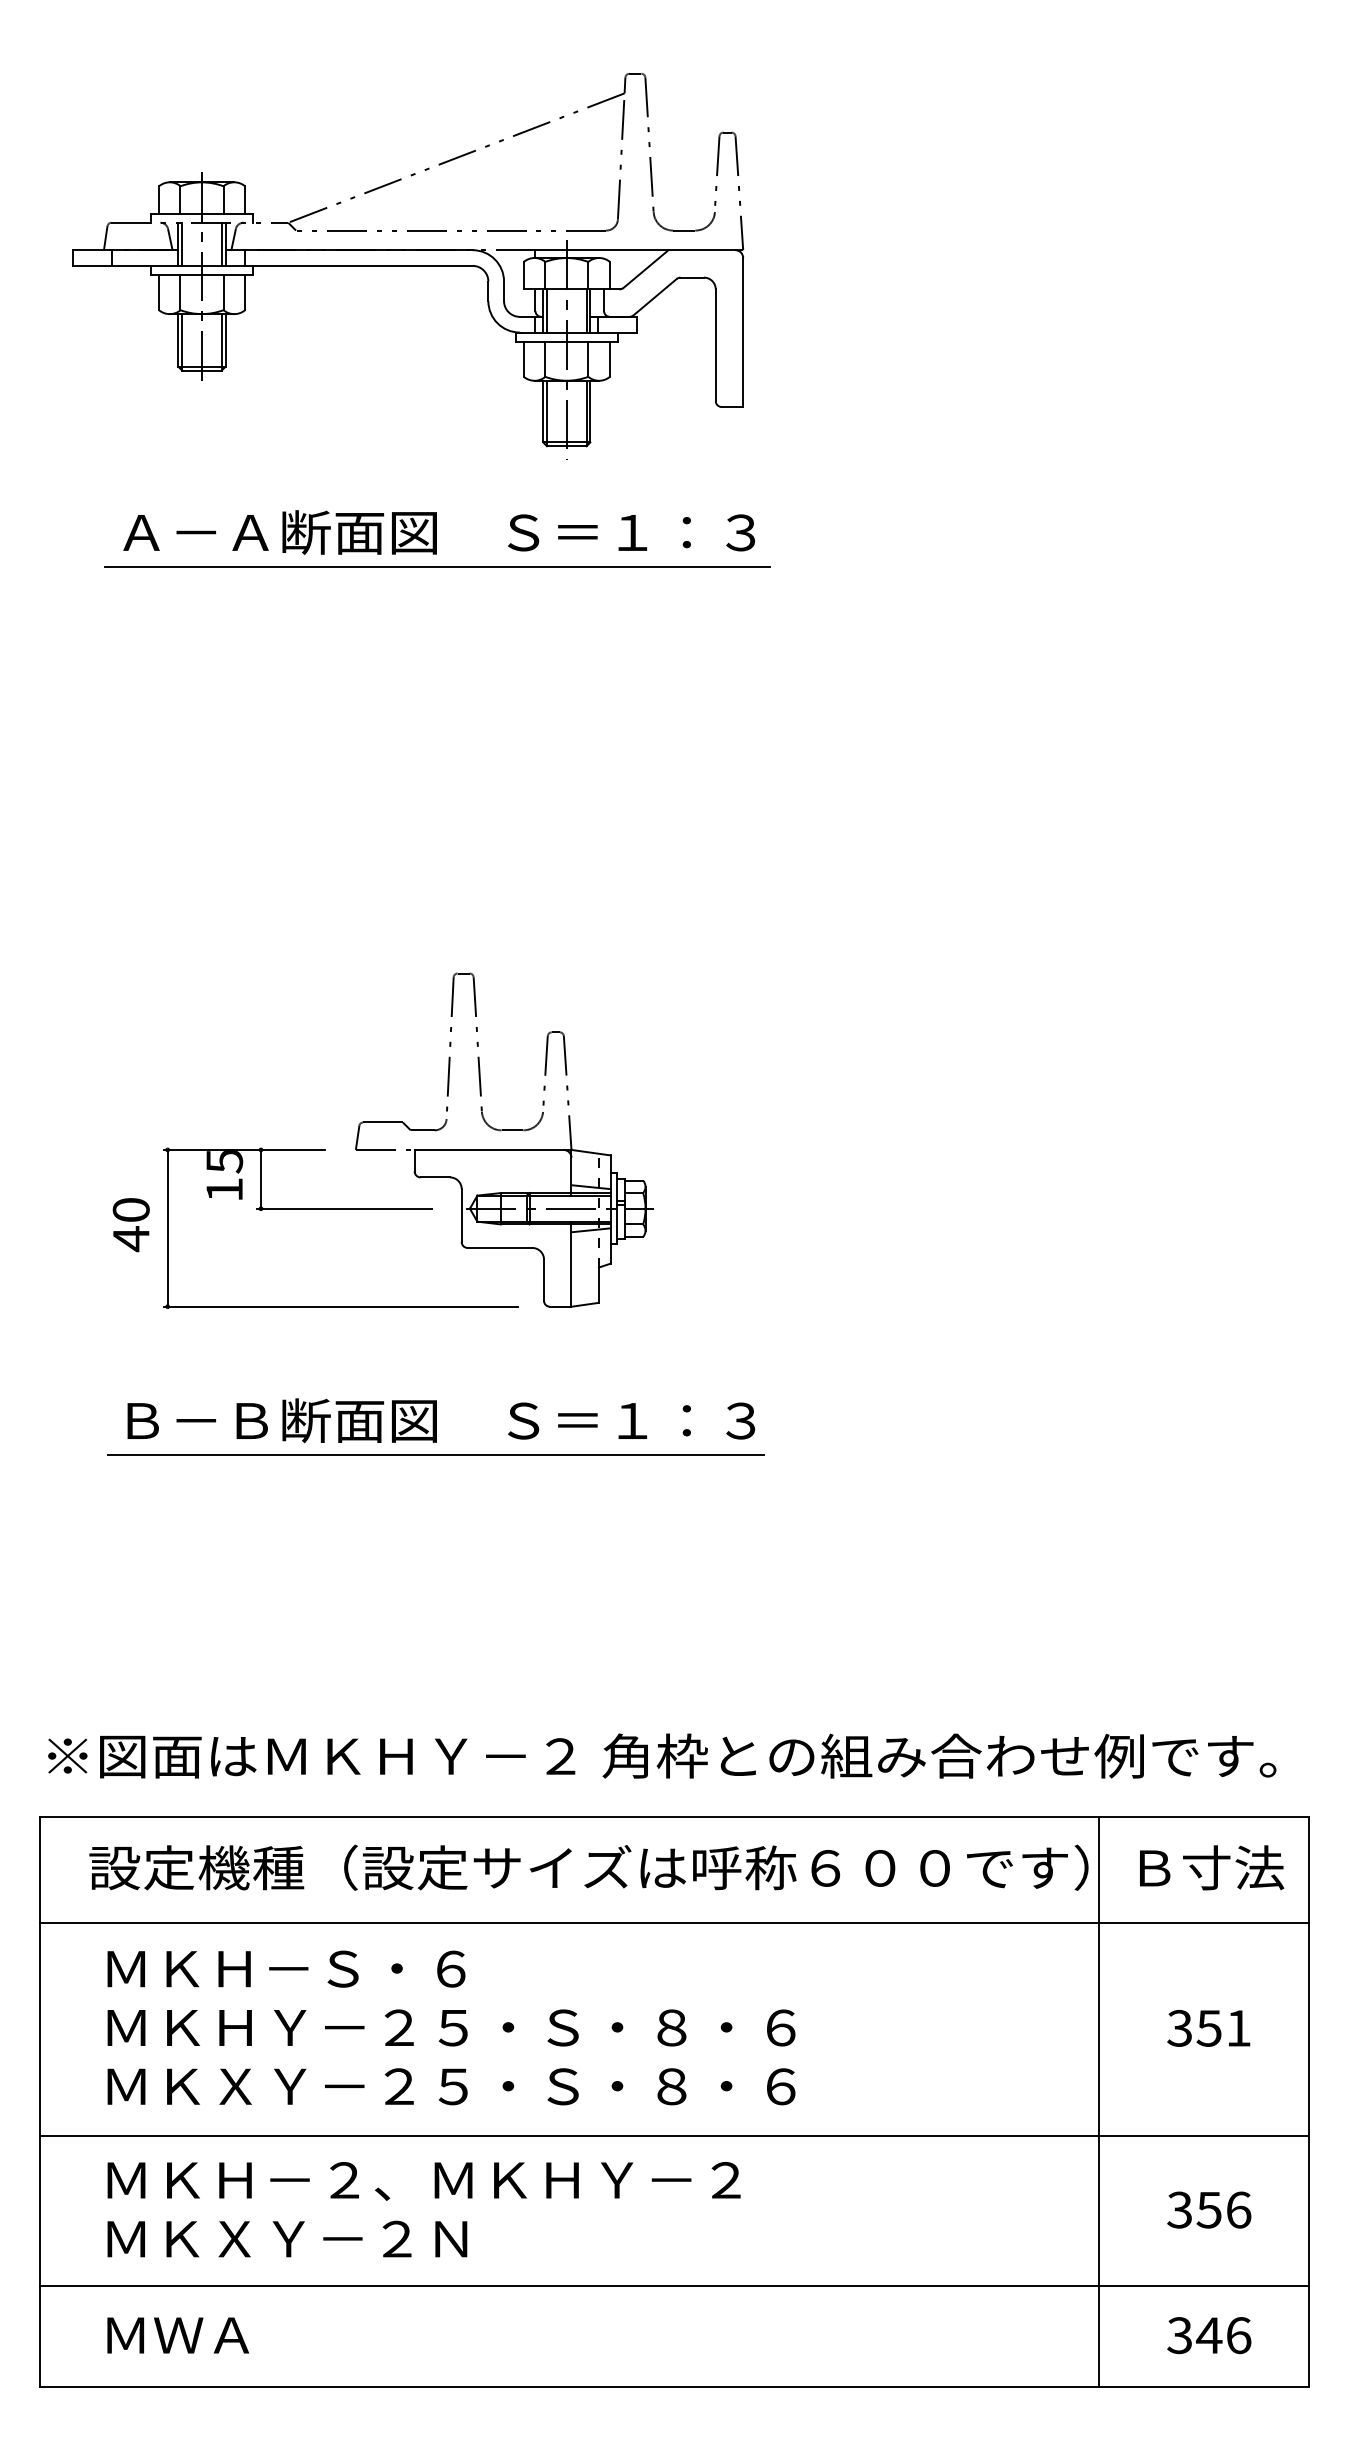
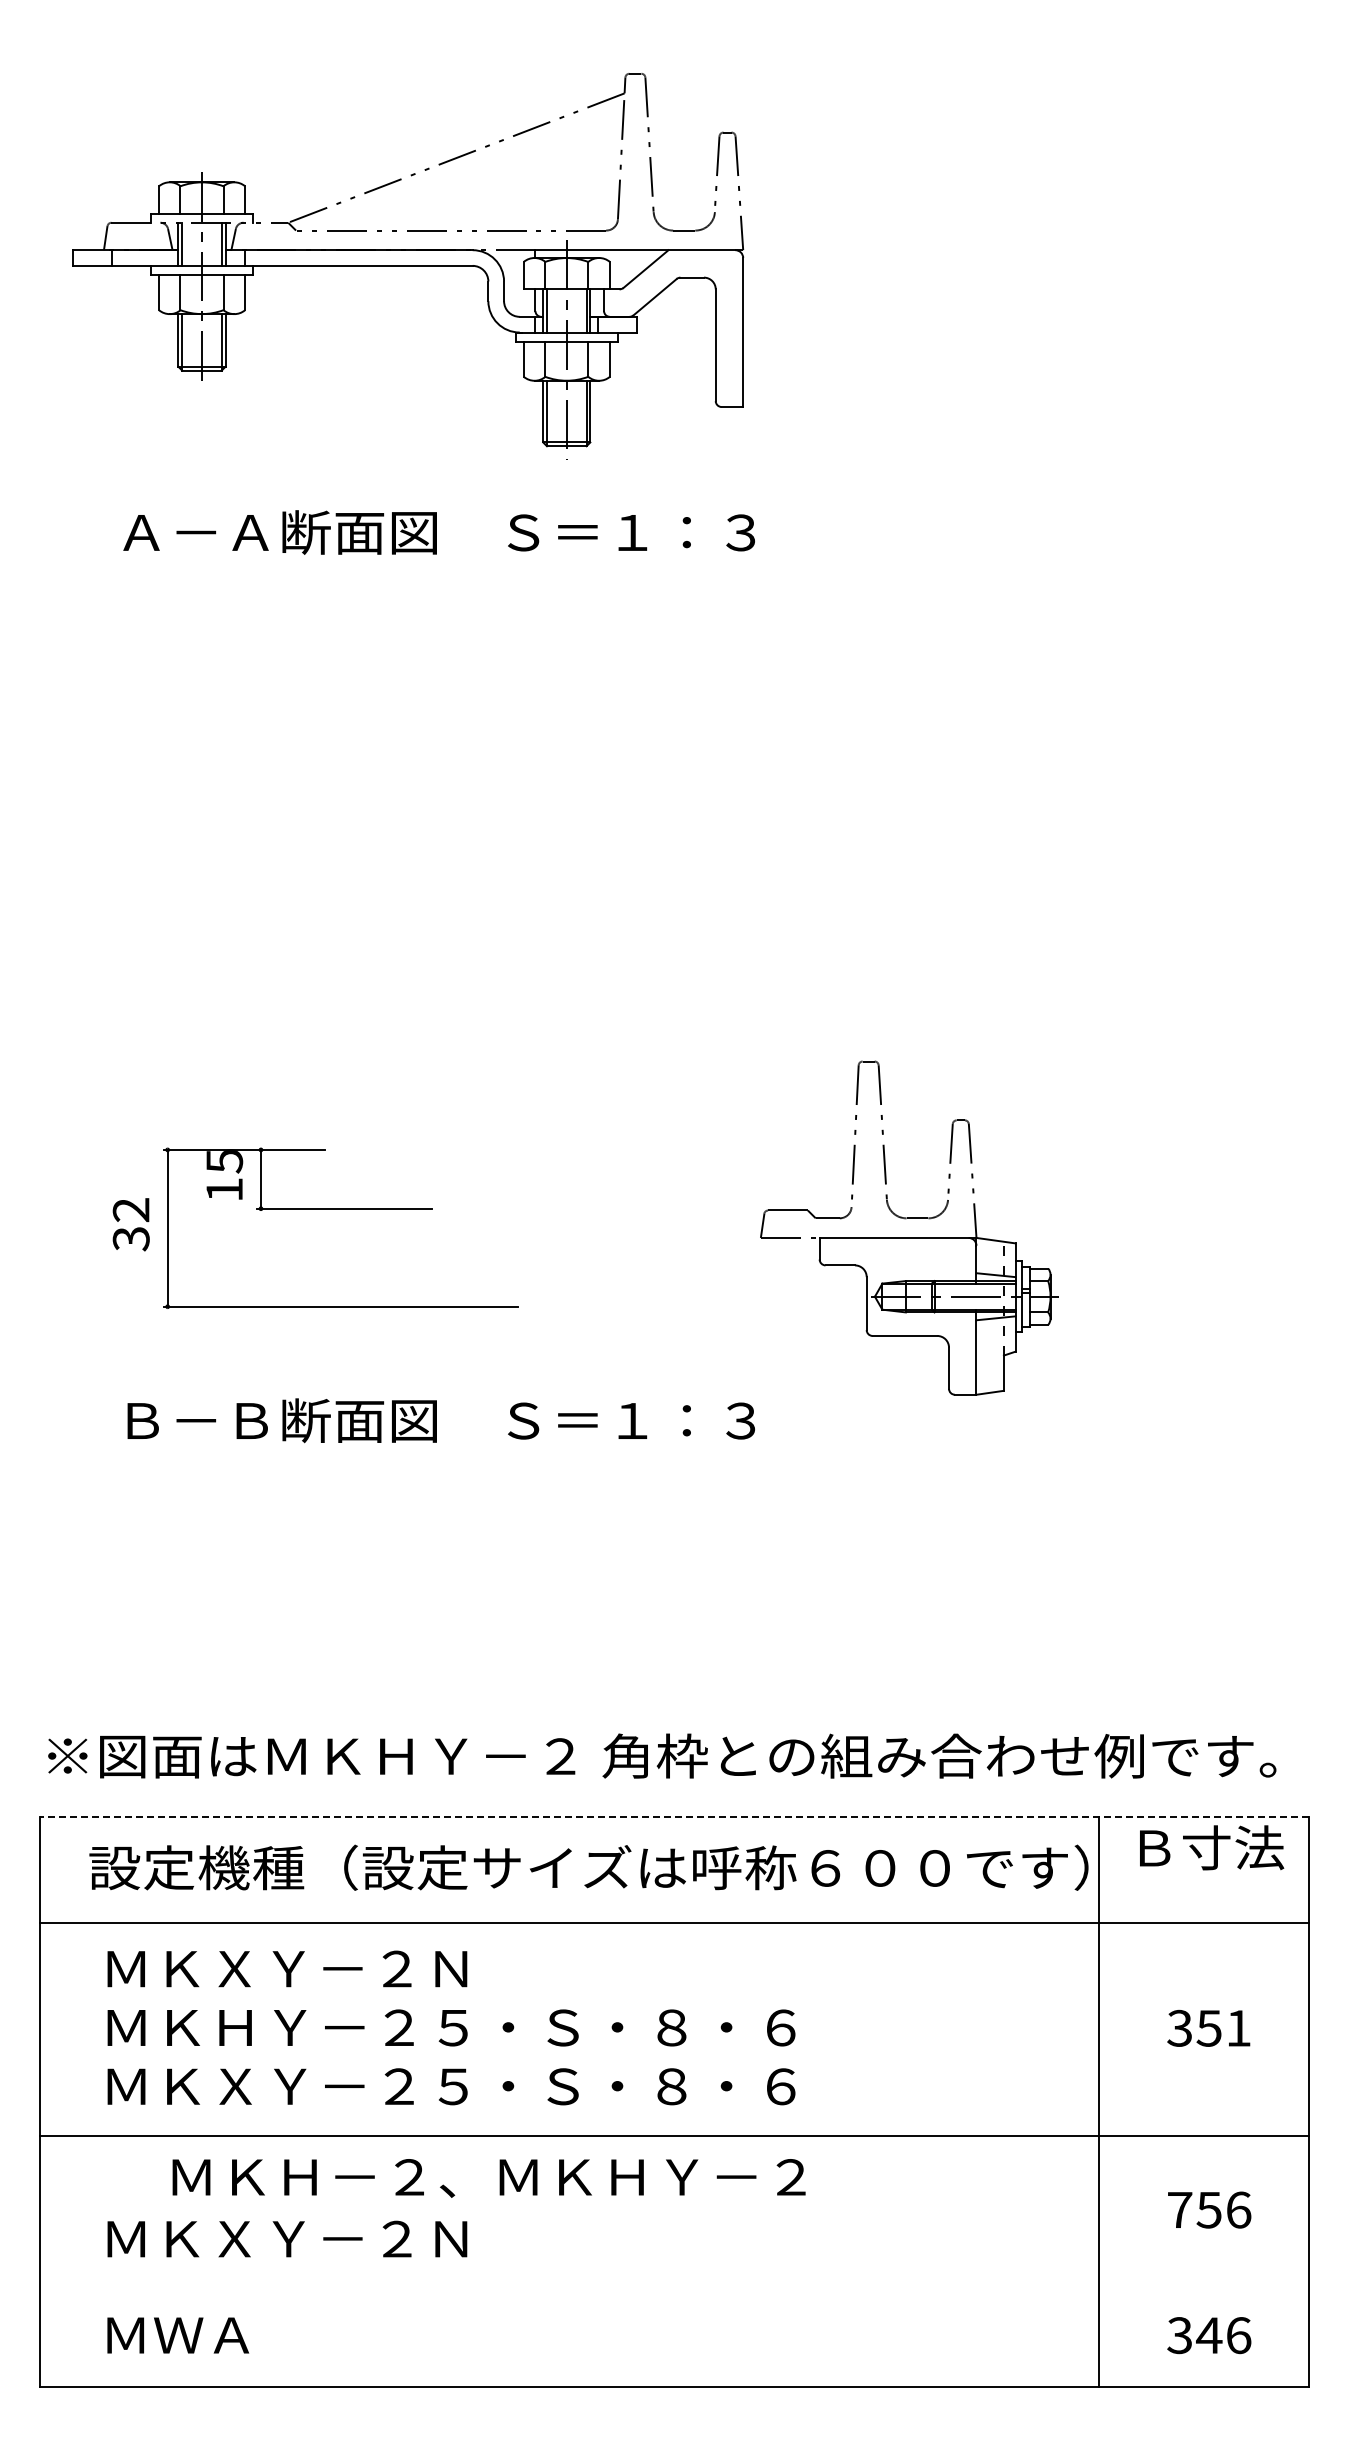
line at (437, 566): present -> none
part at (501, 1131) position: (501, 1131) -> (906, 1219)
text at (130, 1225): 40 -> 32
line at (435, 1454): present -> none
line at (674, 1816): solid -> dashed
text at (1212, 1867) position: (1212, 1867) -> (1212, 1847)
text at (342, 1968): ＭＫＨ－Ｓ・６ -> ＭＫＸＹ－２Ｎ
text at (423, 2181) position: (423, 2181) -> (488, 2178)
text at (1179, 2209): 356 -> 756
line at (674, 2286): present -> none
